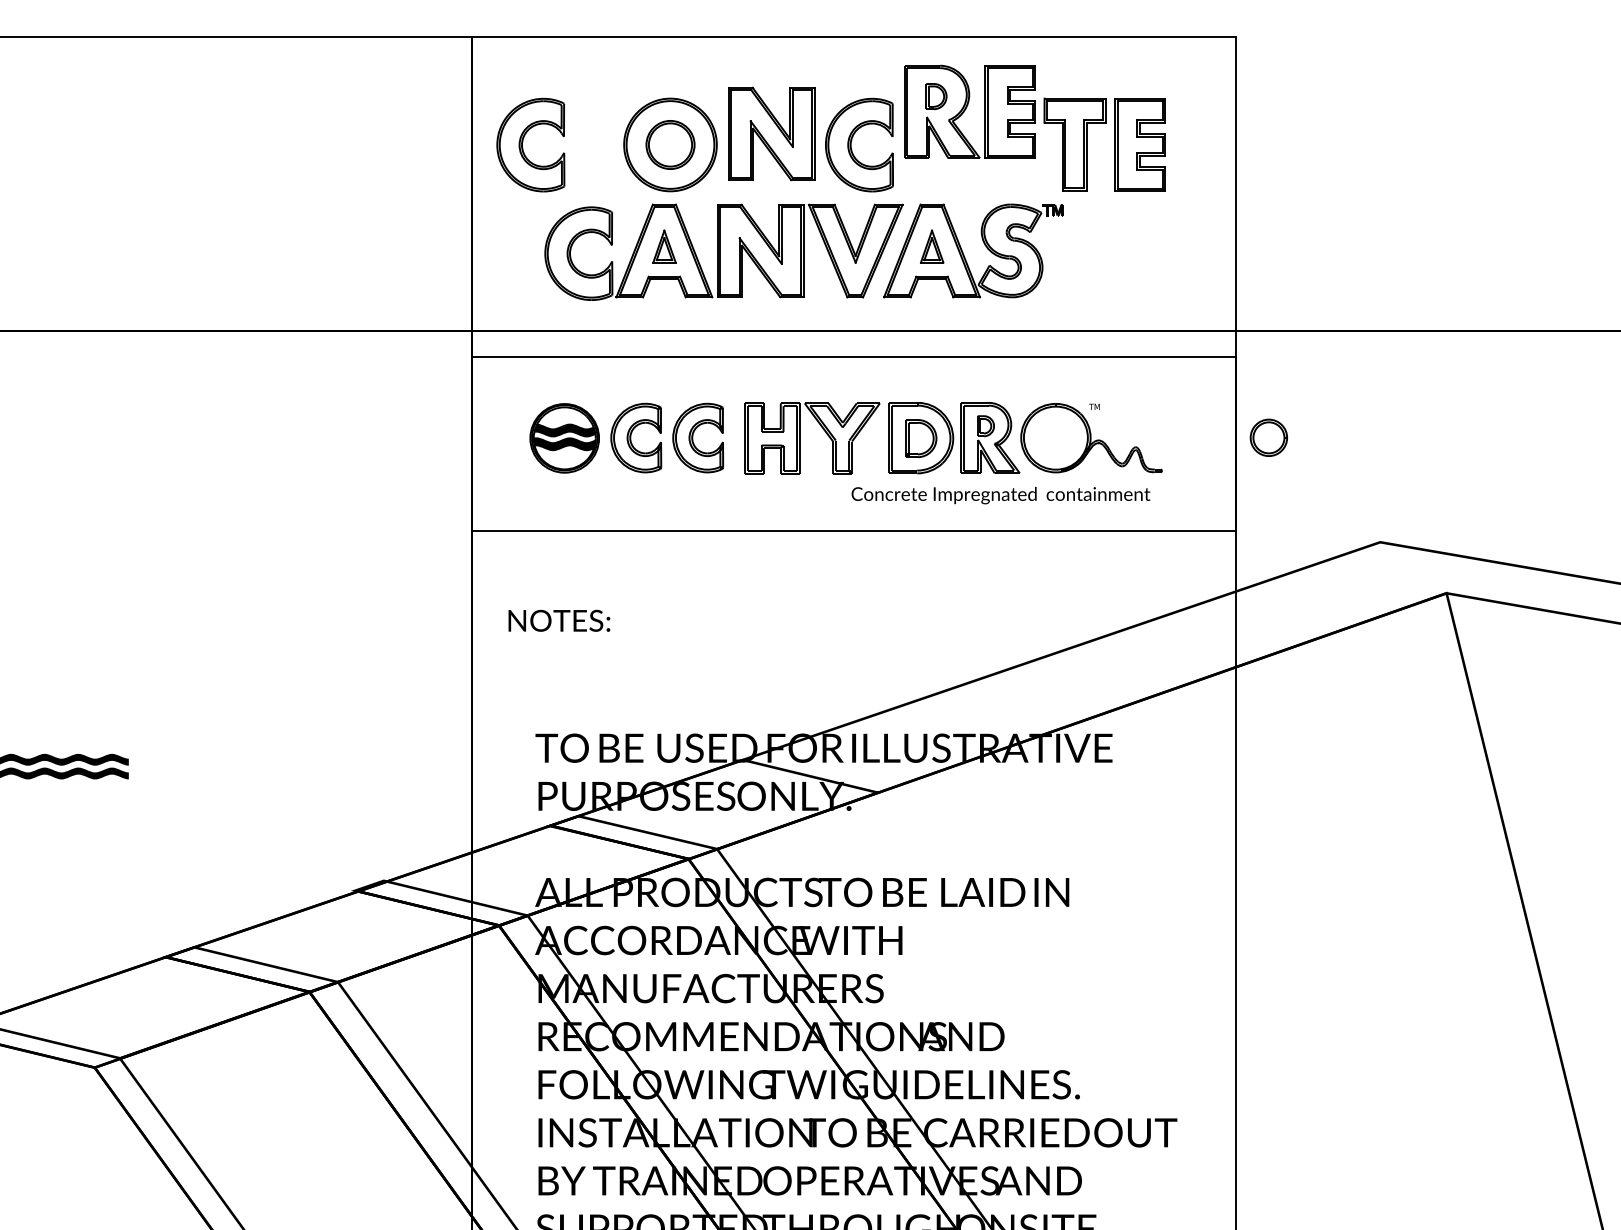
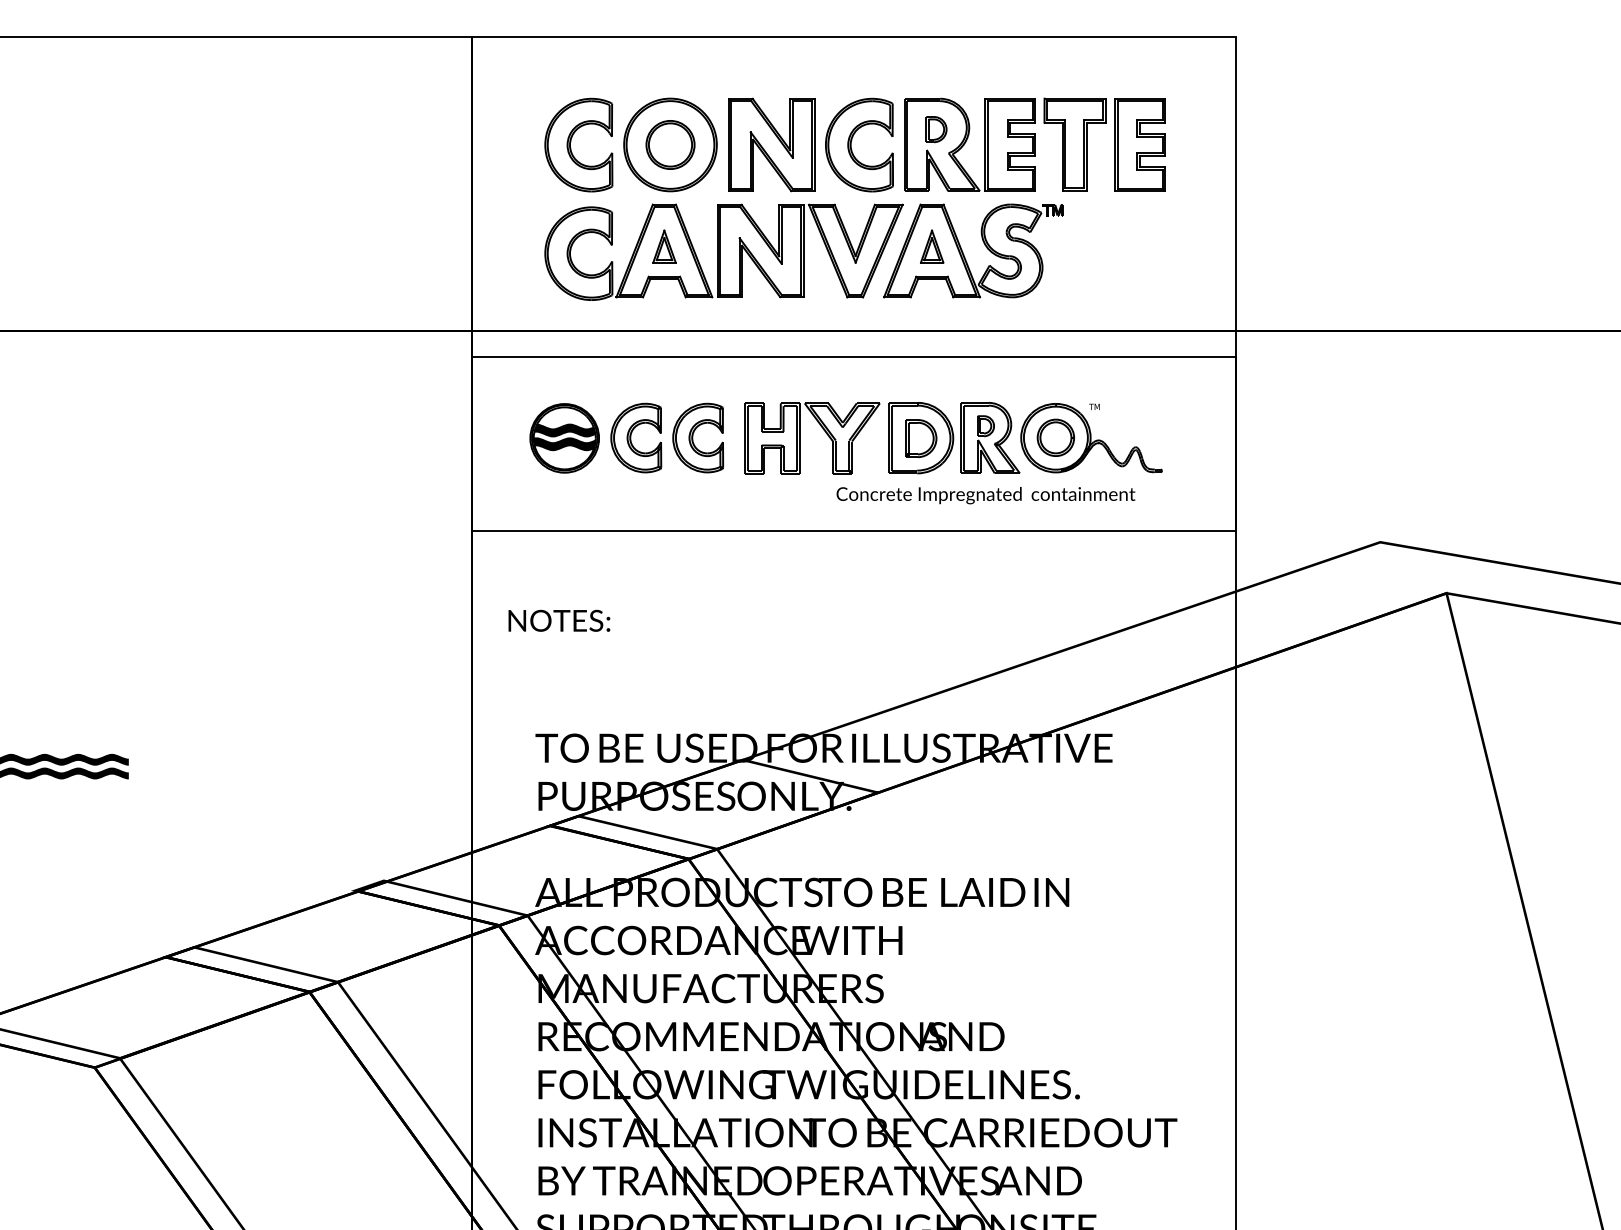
part at (969, 111) position: (969, 111) -> (969, 144)
part at (771, 133) position: (771, 133) -> (771, 144)
part at (523, 142) position: (523, 142) -> (571, 142)
part at (1268, 437) position: (1268, 437) -> (1055, 437)
text at (1000, 495) position: (1000, 495) -> (985, 495)
